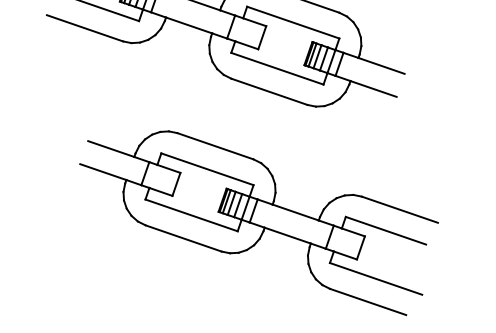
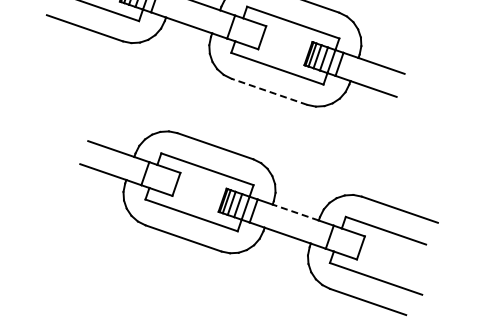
line at (268, 91): solid -> dashed
line at (295, 212): solid -> dashed
